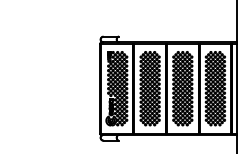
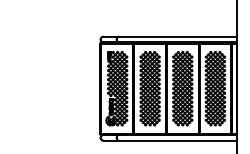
line at (177, 36): none -> present
line at (177, 140): none -> present
